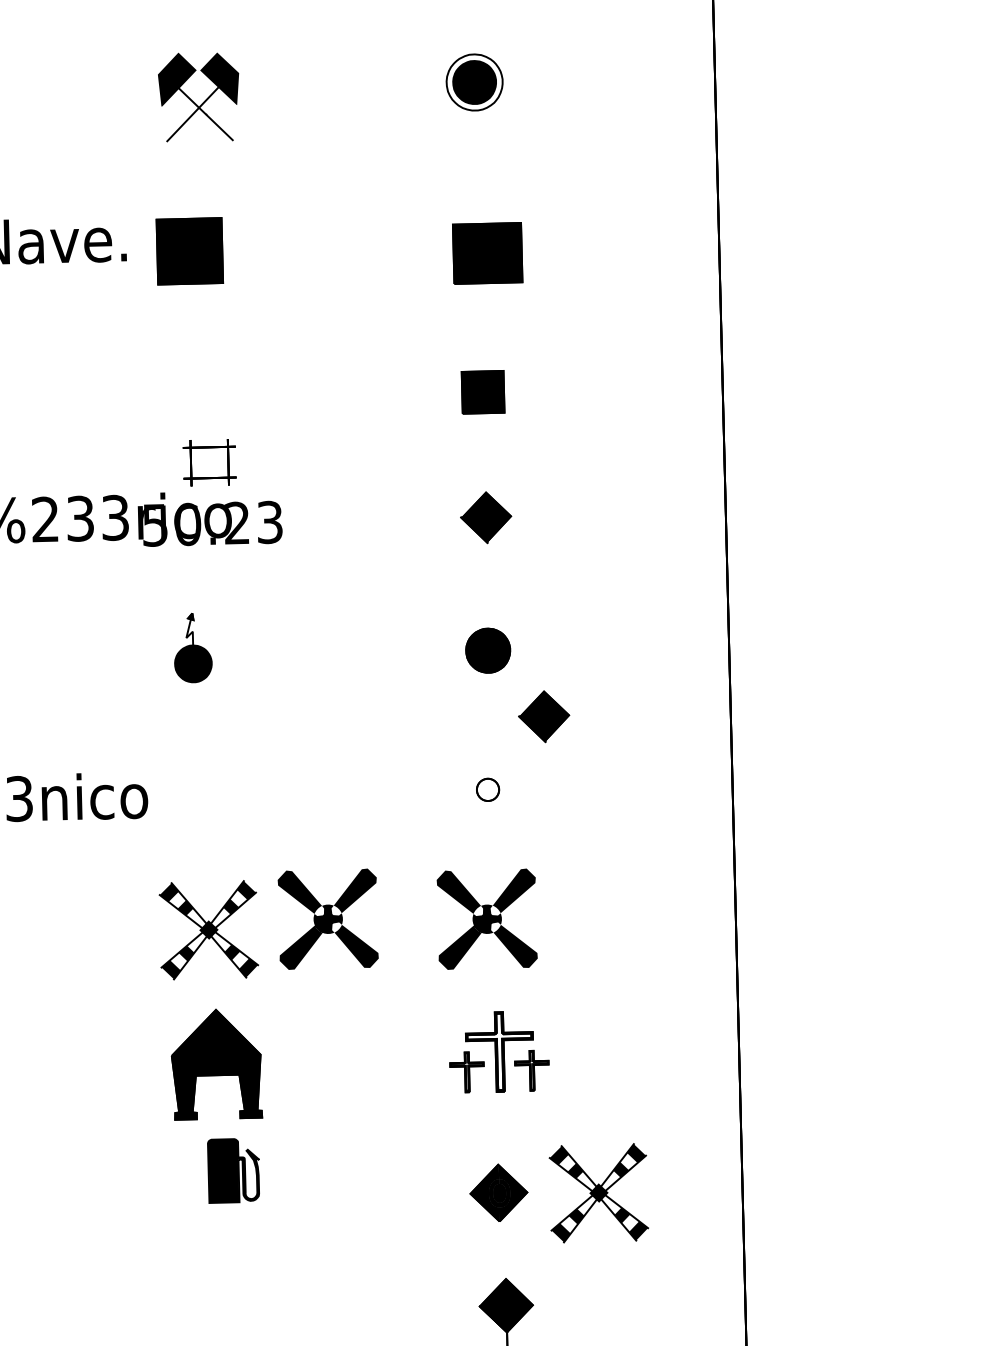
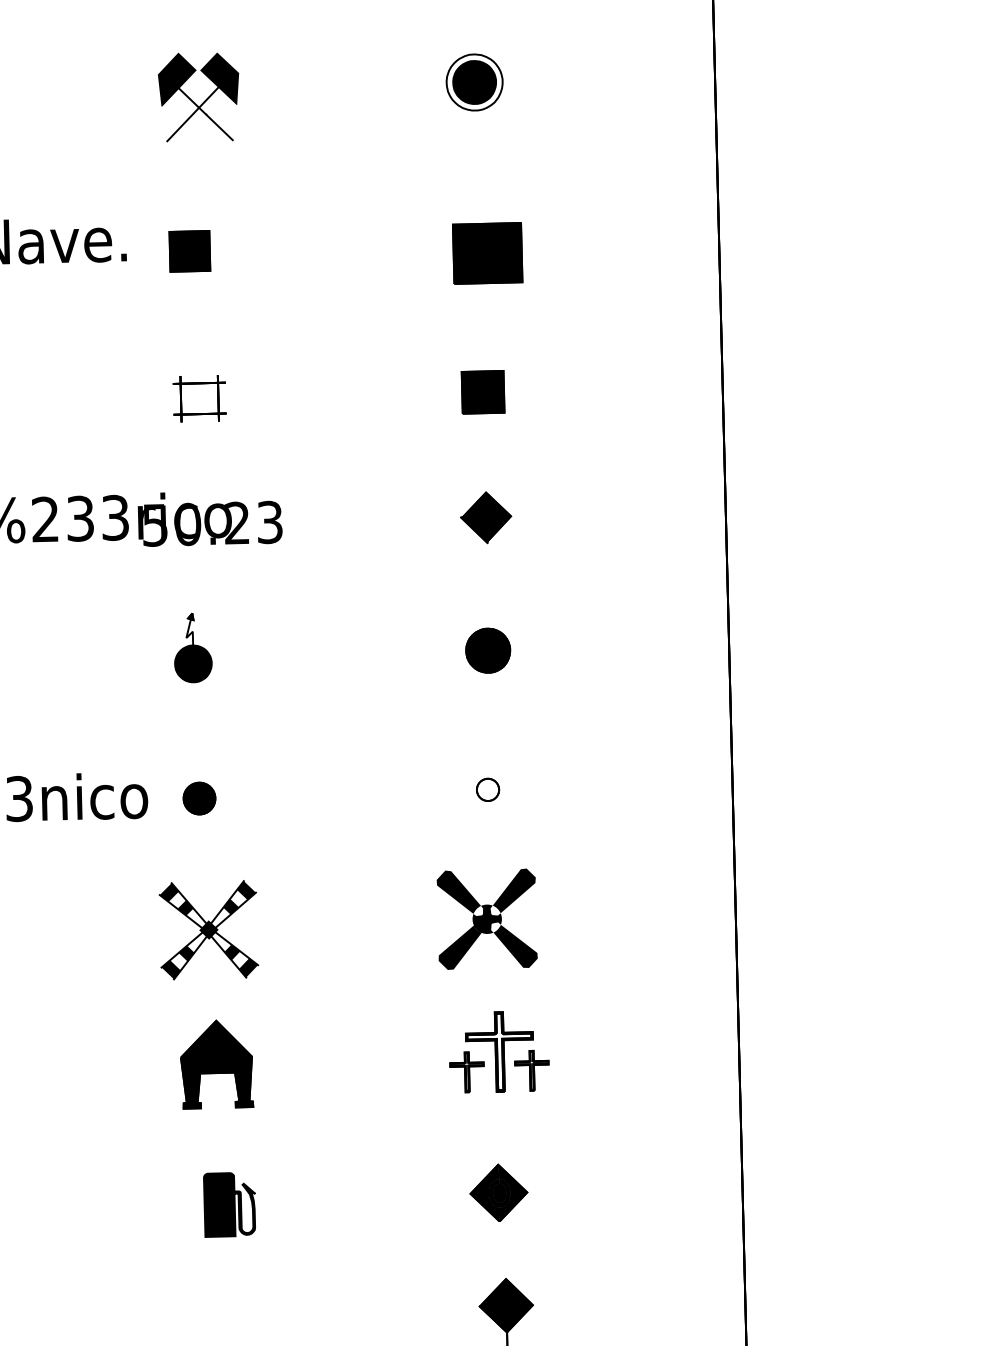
part at (189, 251) size: 70x69 px -> 44x43 px
part at (209, 462) position: (209, 462) -> (199, 398)
part at (544, 716): present -> none
part at (199, 798): none -> present
part at (327, 918): present -> none
part at (216, 1064) size: 94x113 px -> 75x91 px
part at (233, 1170) position: (233, 1170) -> (229, 1204)
part at (598, 1193): present -> none
